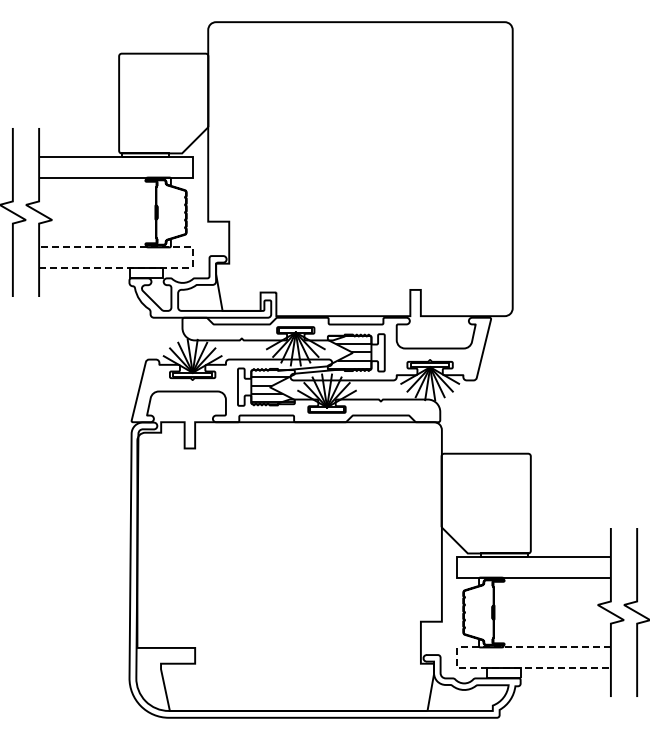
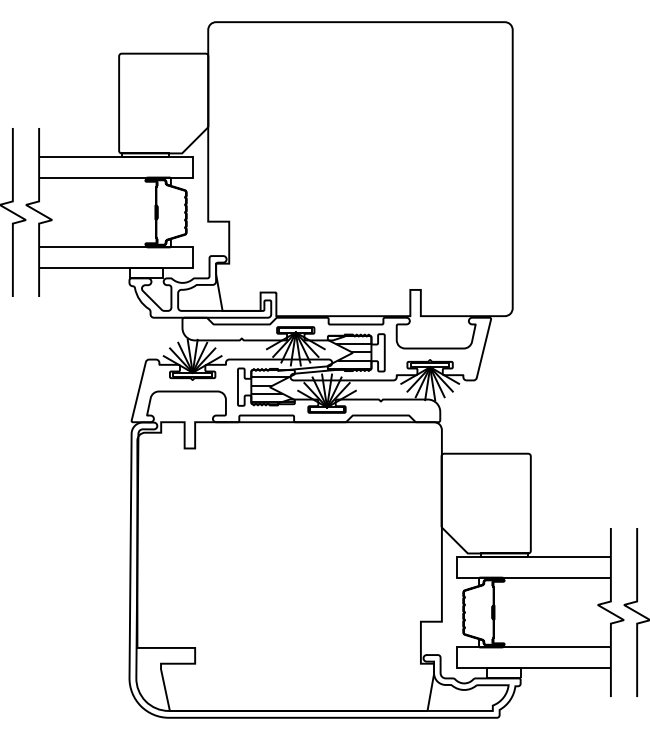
line at (192, 257): dashed -> solid
line at (457, 658): dashed -> solid
